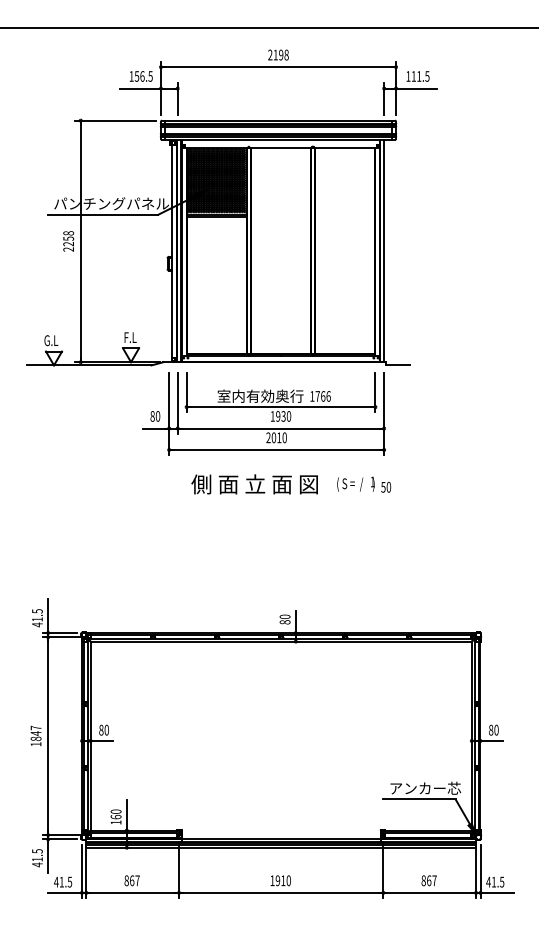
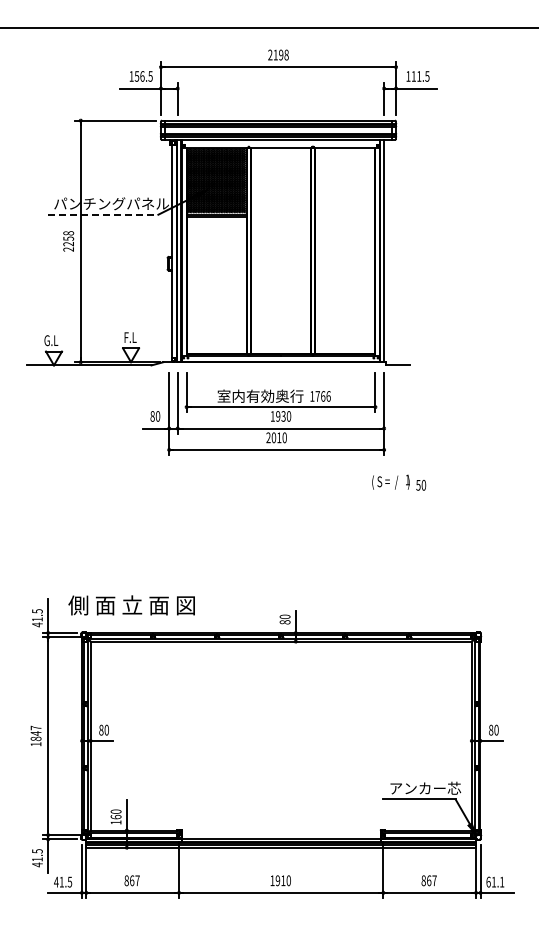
line at (103, 214): solid -> dashed
text at (254, 484) position: (254, 484) -> (131, 605)
text at (364, 484) position: (364, 484) -> (399, 482)
text at (495, 881): 41.5 -> 61.1
